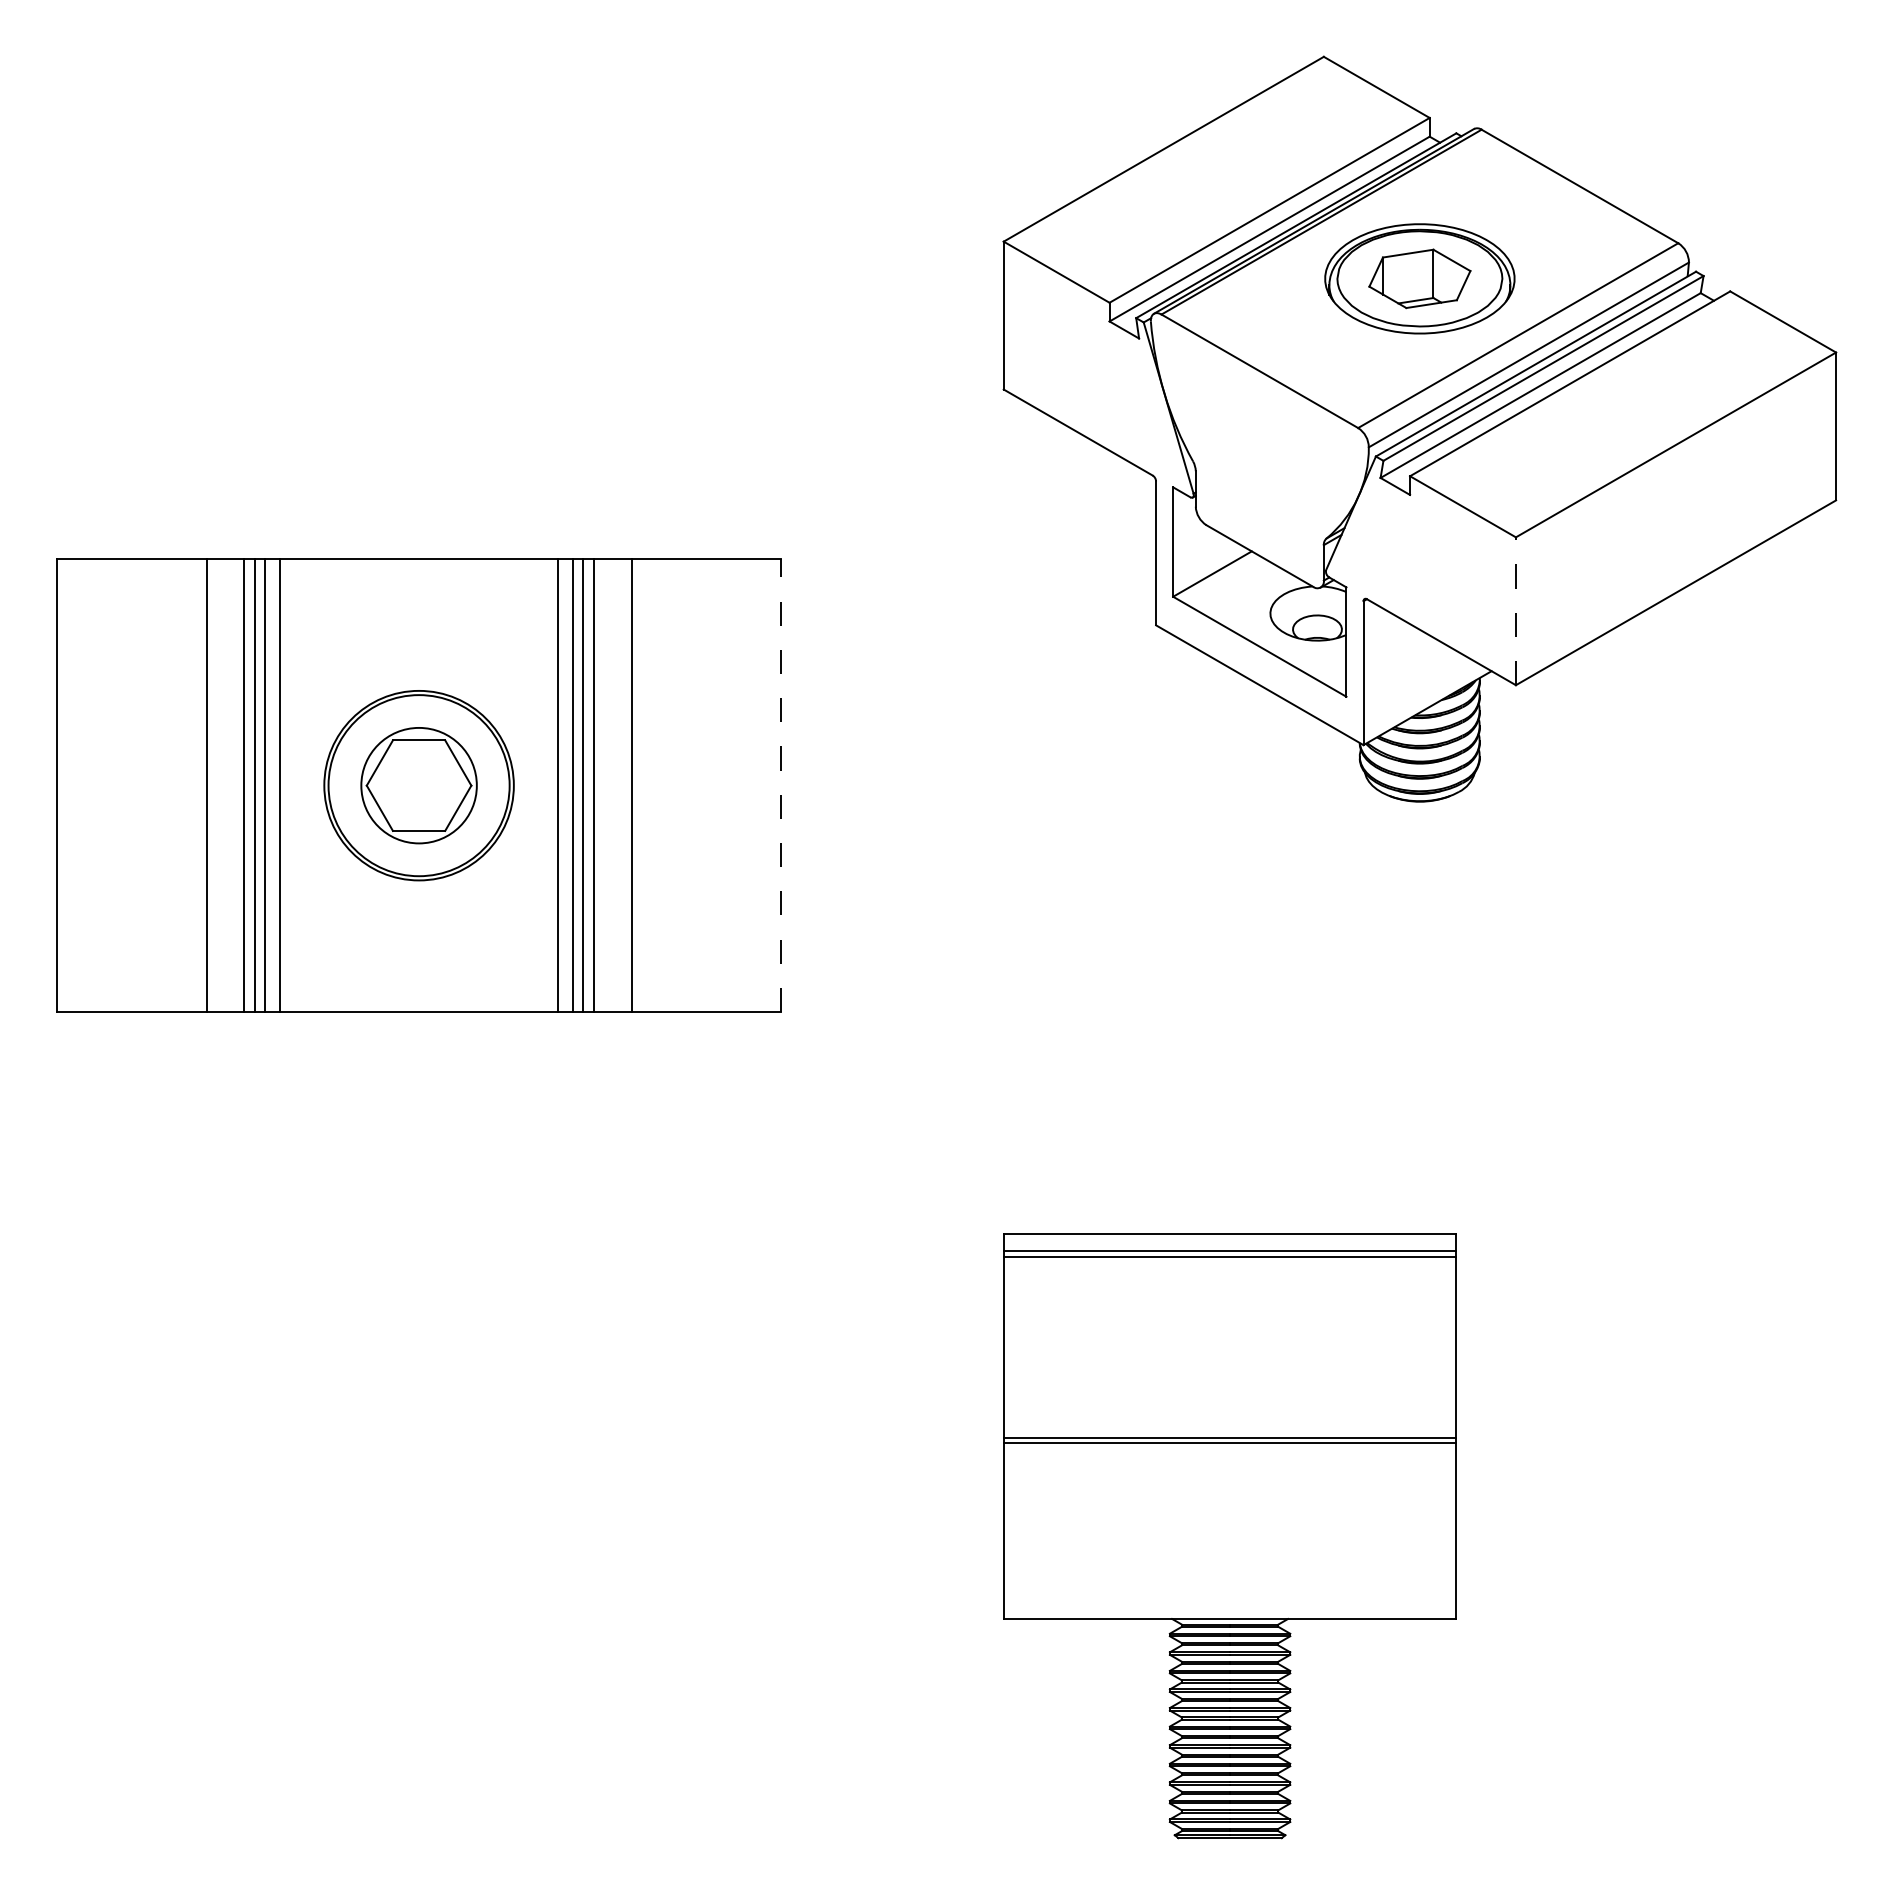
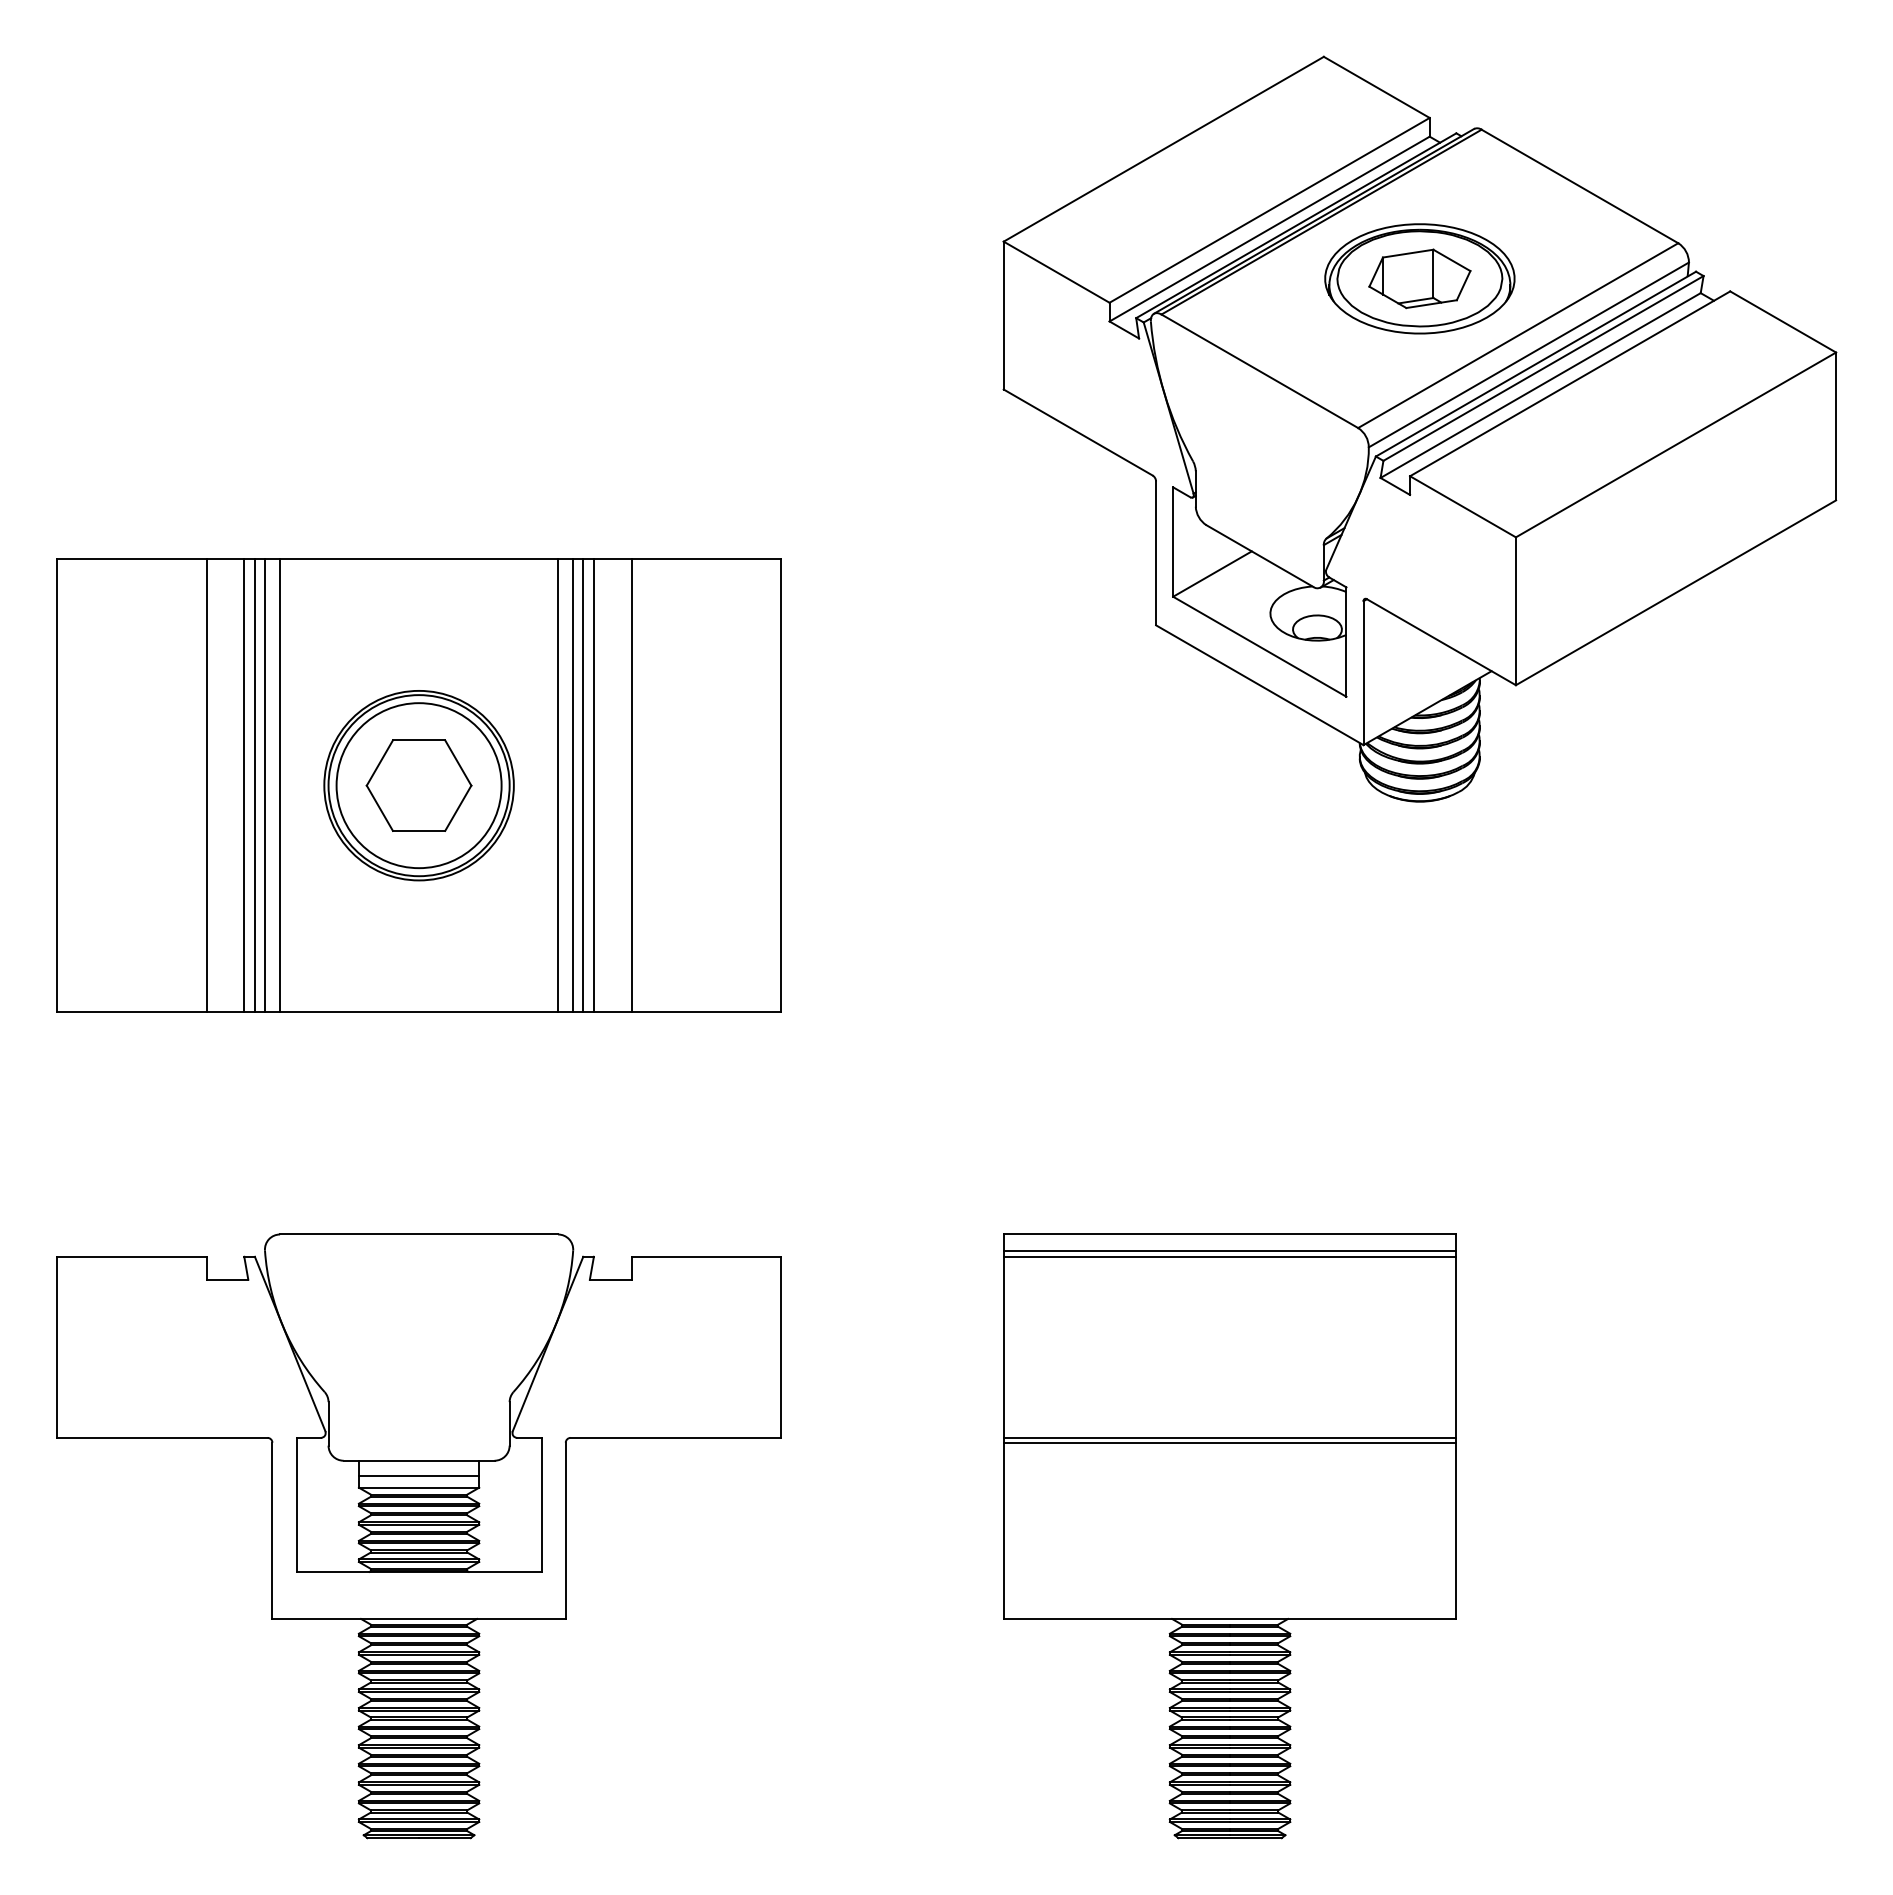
line at (1515, 611): dashed -> solid
circle at (418, 785) diameter: 116 px -> 165 px
line at (781, 785): dashed -> solid
part at (418, 1536): none -> present
